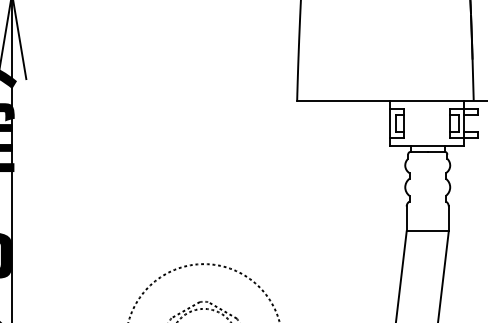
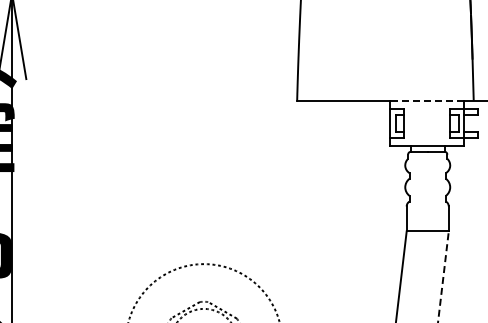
line at (427, 100): solid -> dashed
line at (443, 277): solid -> dashed
